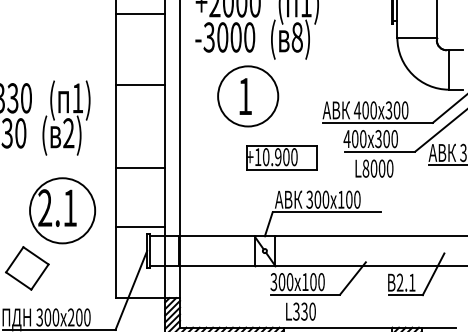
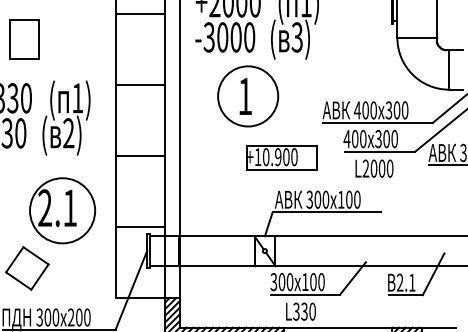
text at (296, 37): 8) -> 3)
part at (24, 39): none -> present
line at (140, 168) position: (140, 168) -> (140, 156)
text at (365, 168): L8000 -> L2000
